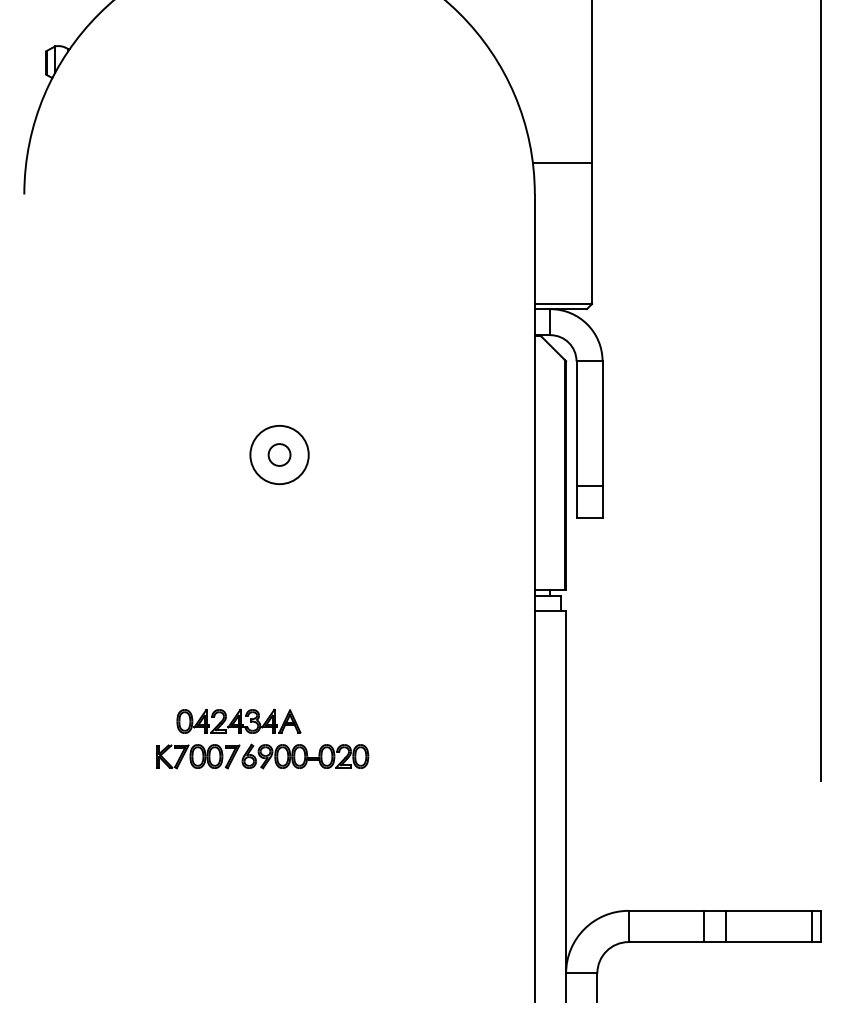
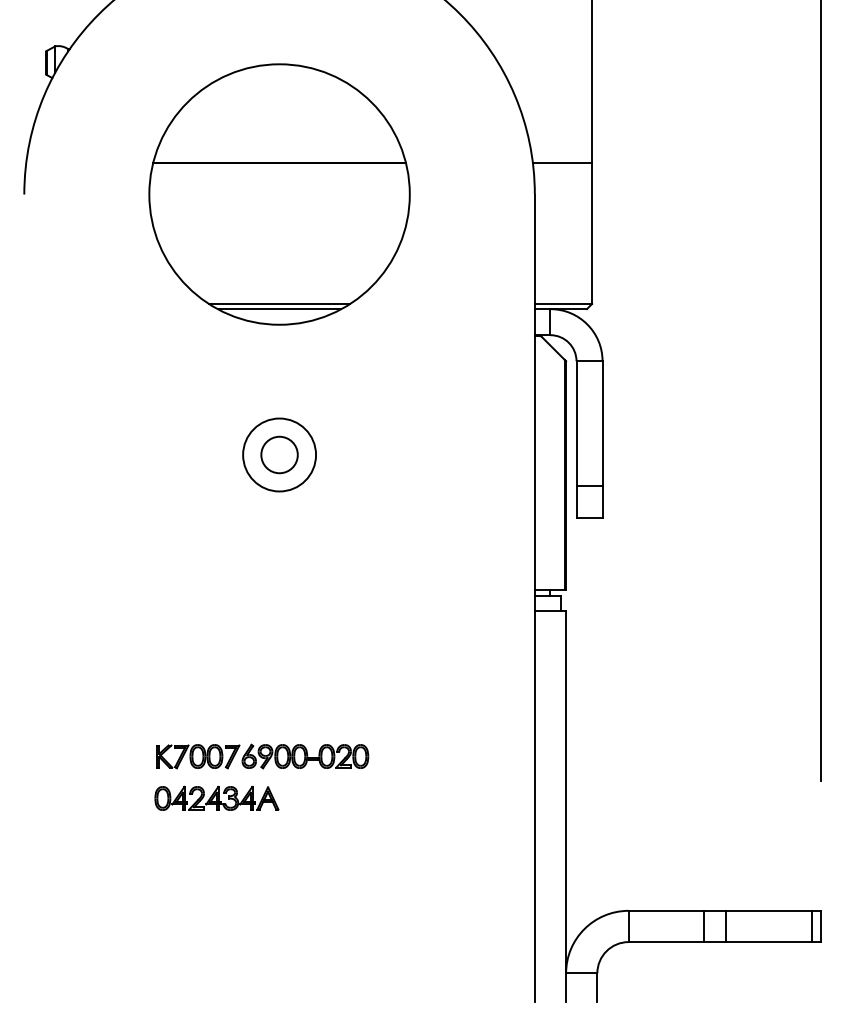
part at (279, 194): none -> present
circle at (279, 454) diameter: 22 px -> 36 px
circle at (279, 454) diameter: 58 px -> 73 px
part at (238, 720) position: (238, 720) -> (216, 797)
